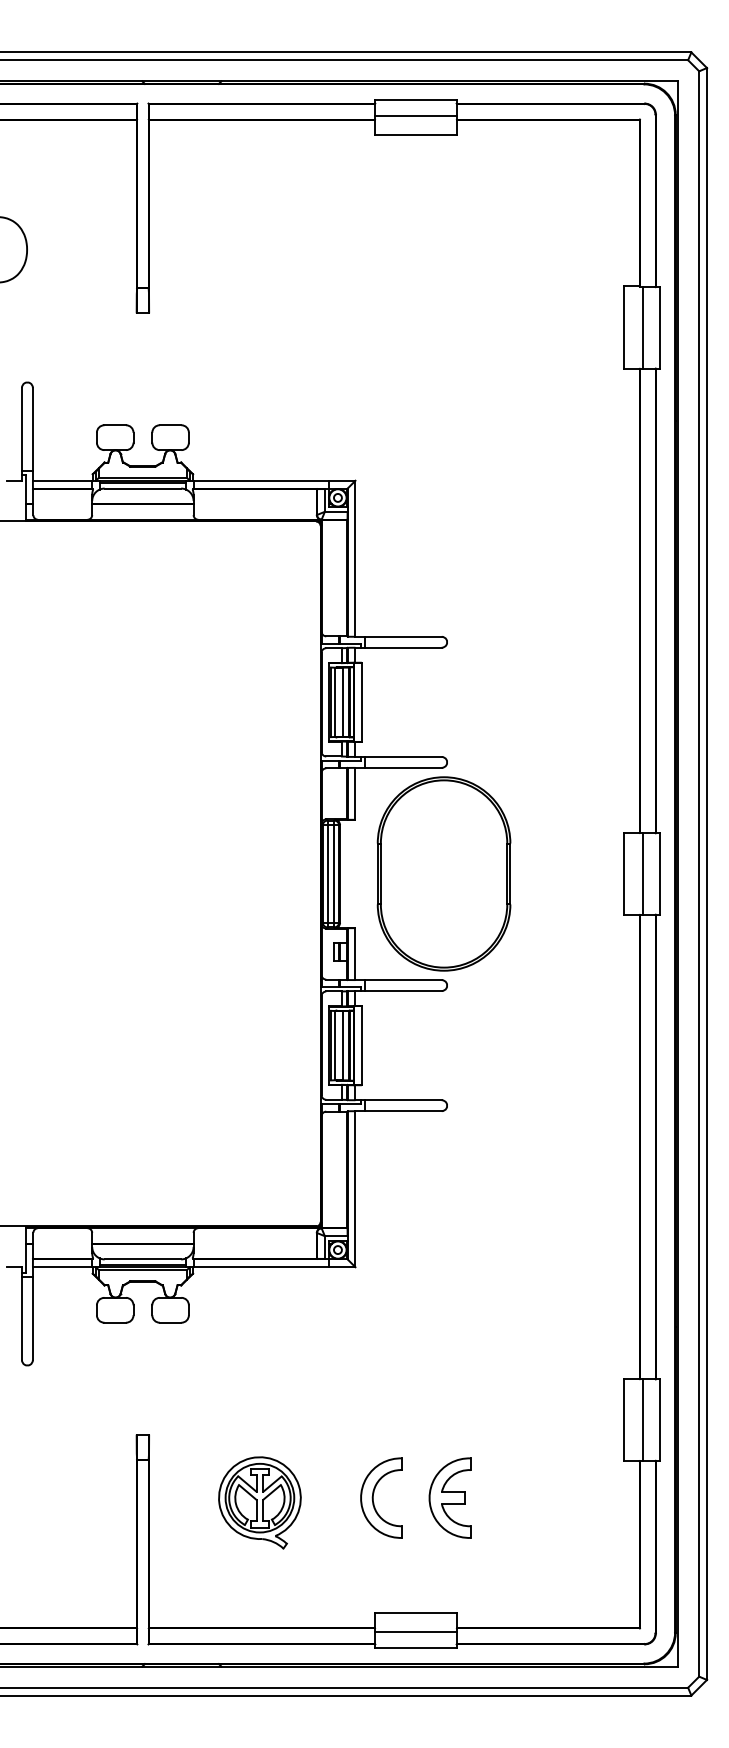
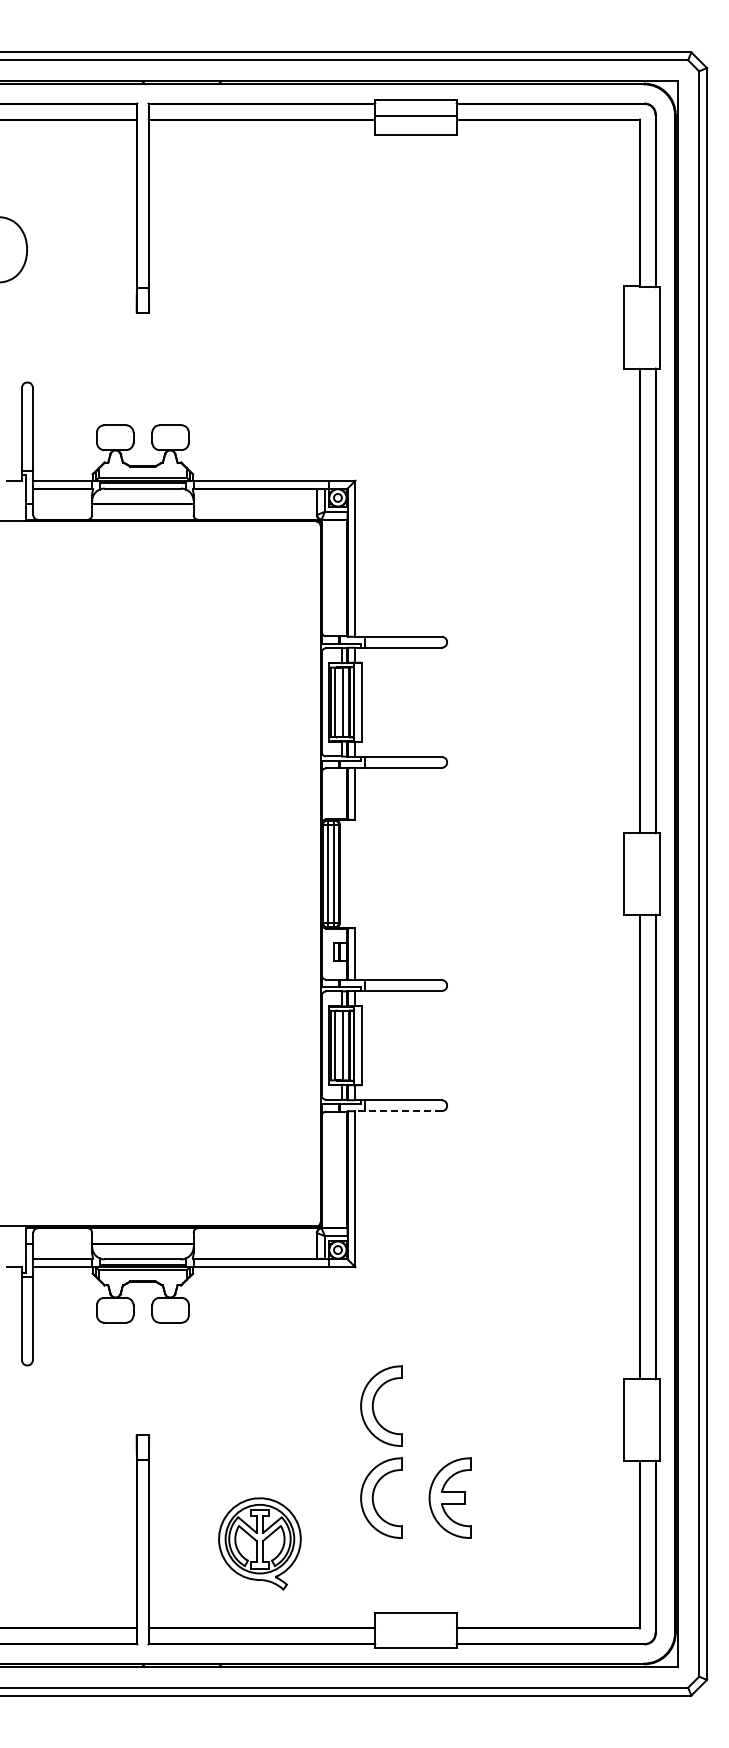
line at (643, 327): present -> none
part at (443, 873): present -> none
line at (643, 873): present -> none
line at (398, 1111): solid -> dashed
part at (373, 1405): none -> present
line at (643, 1420): present -> none
part at (259, 1502) position: (259, 1502) -> (259, 1543)
line at (415, 1631): present -> none
